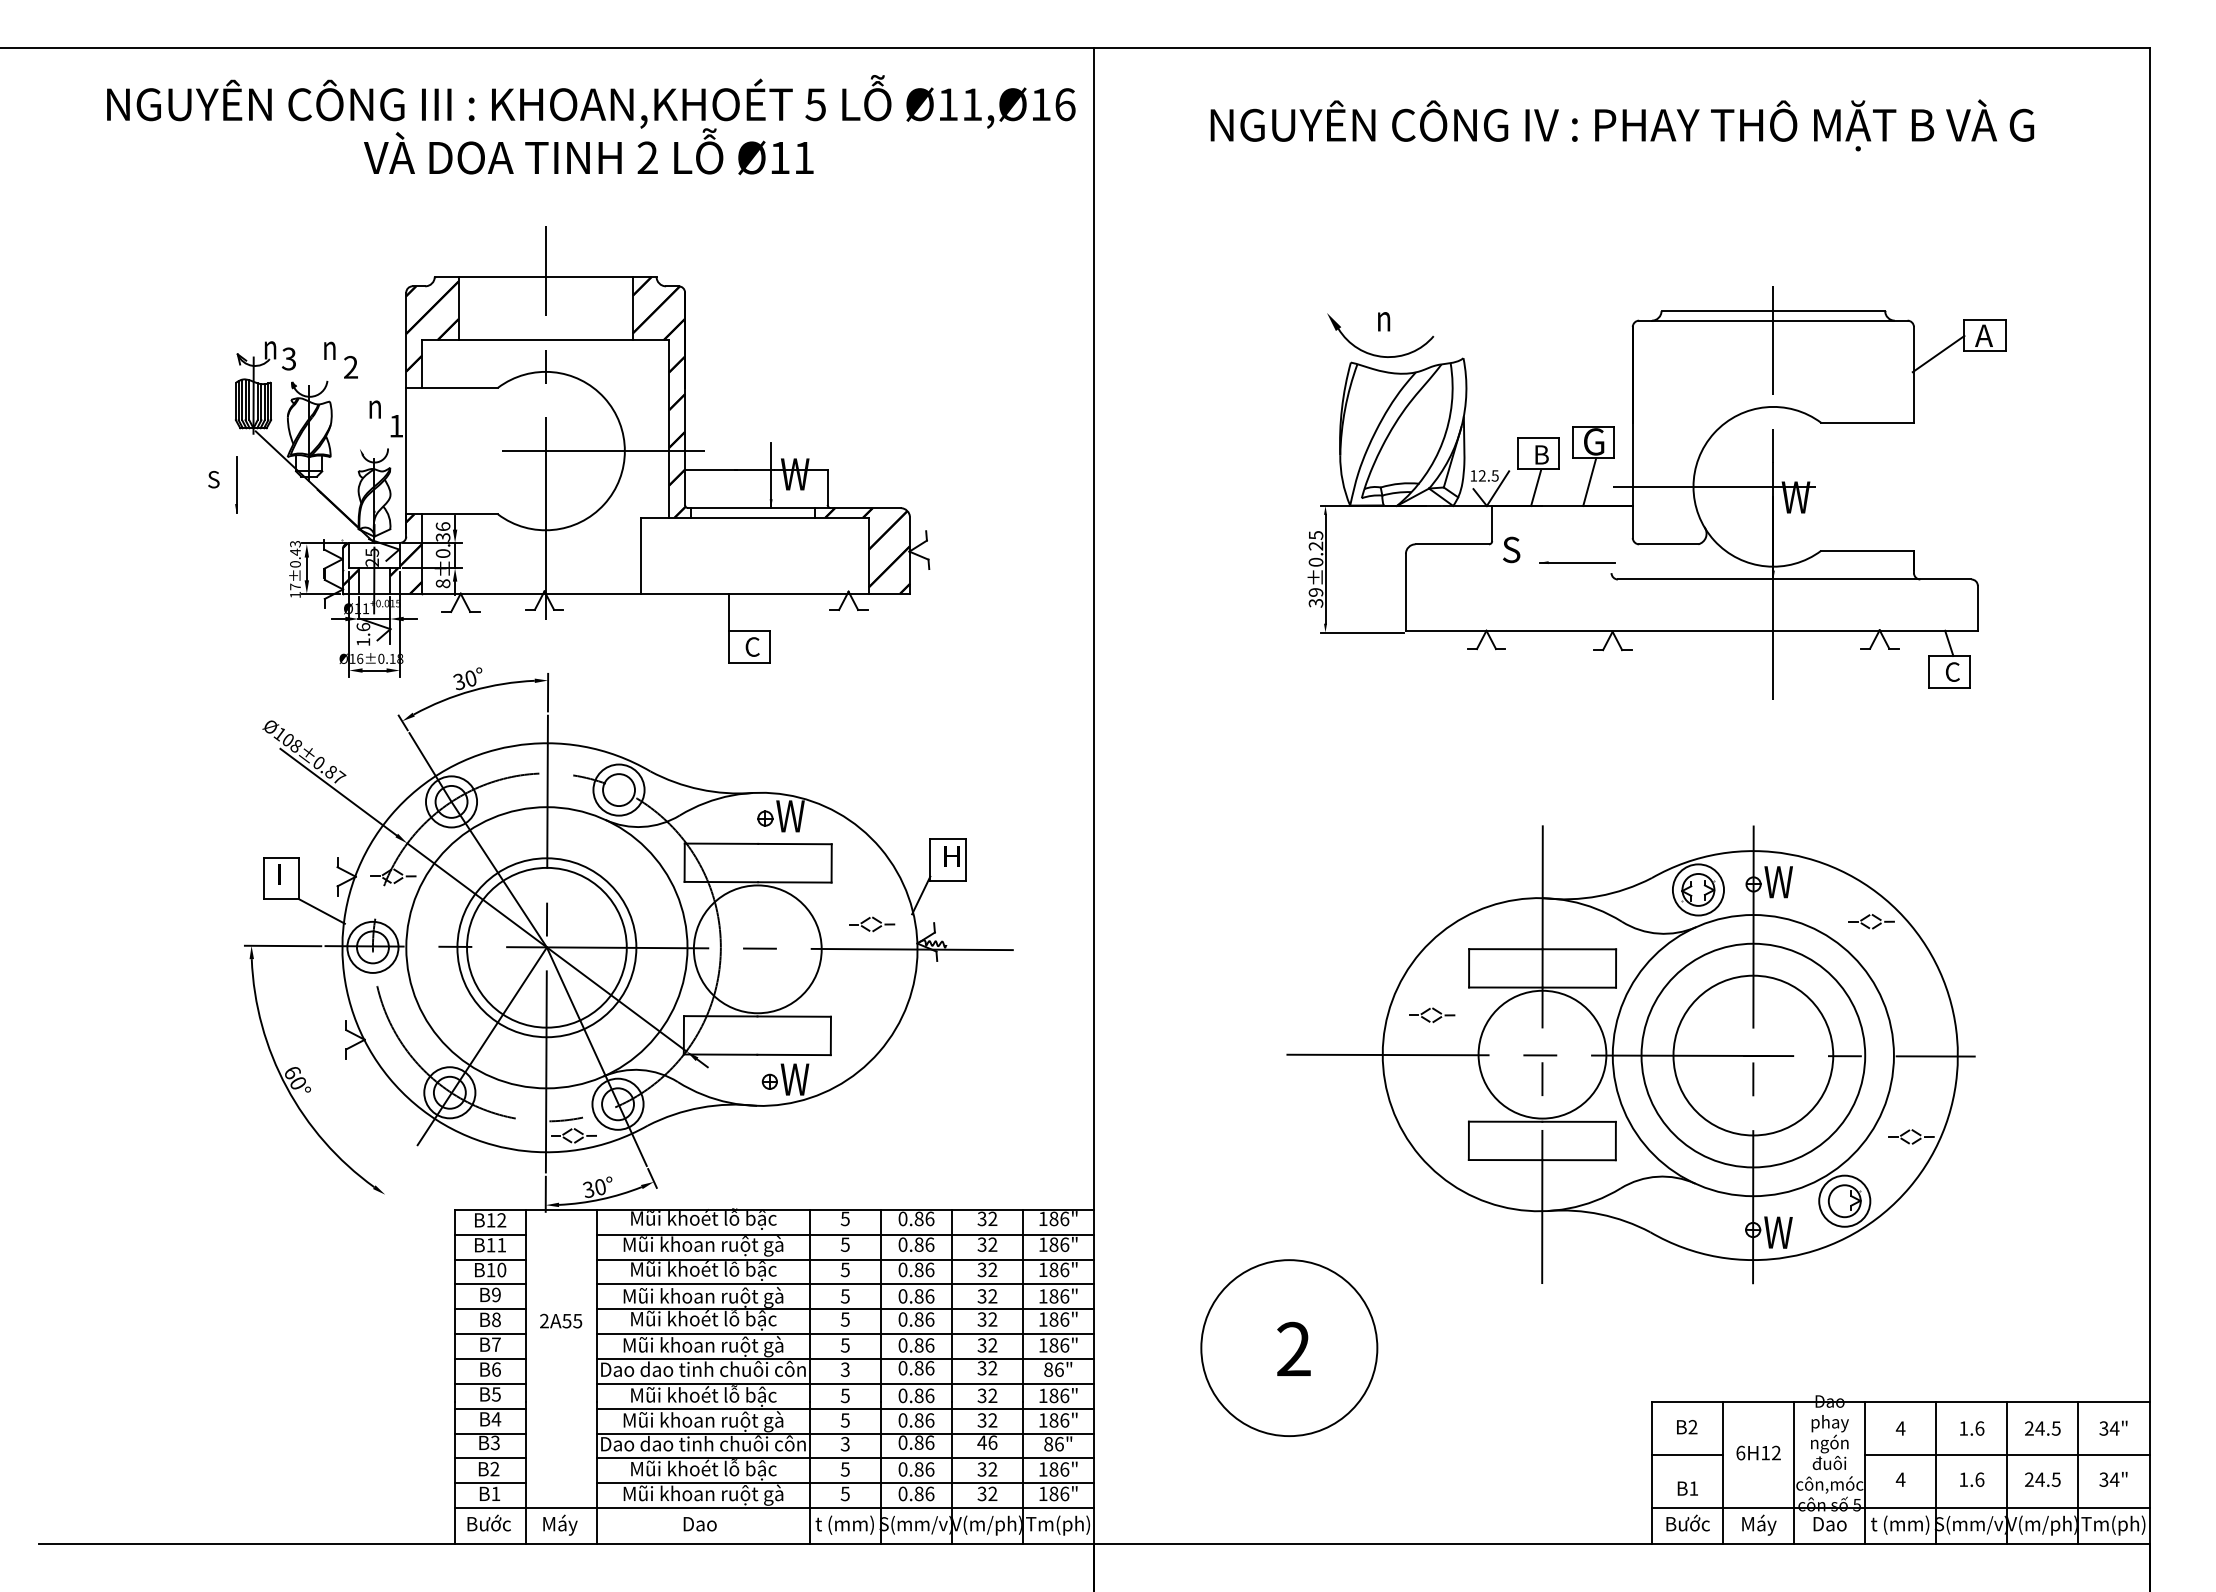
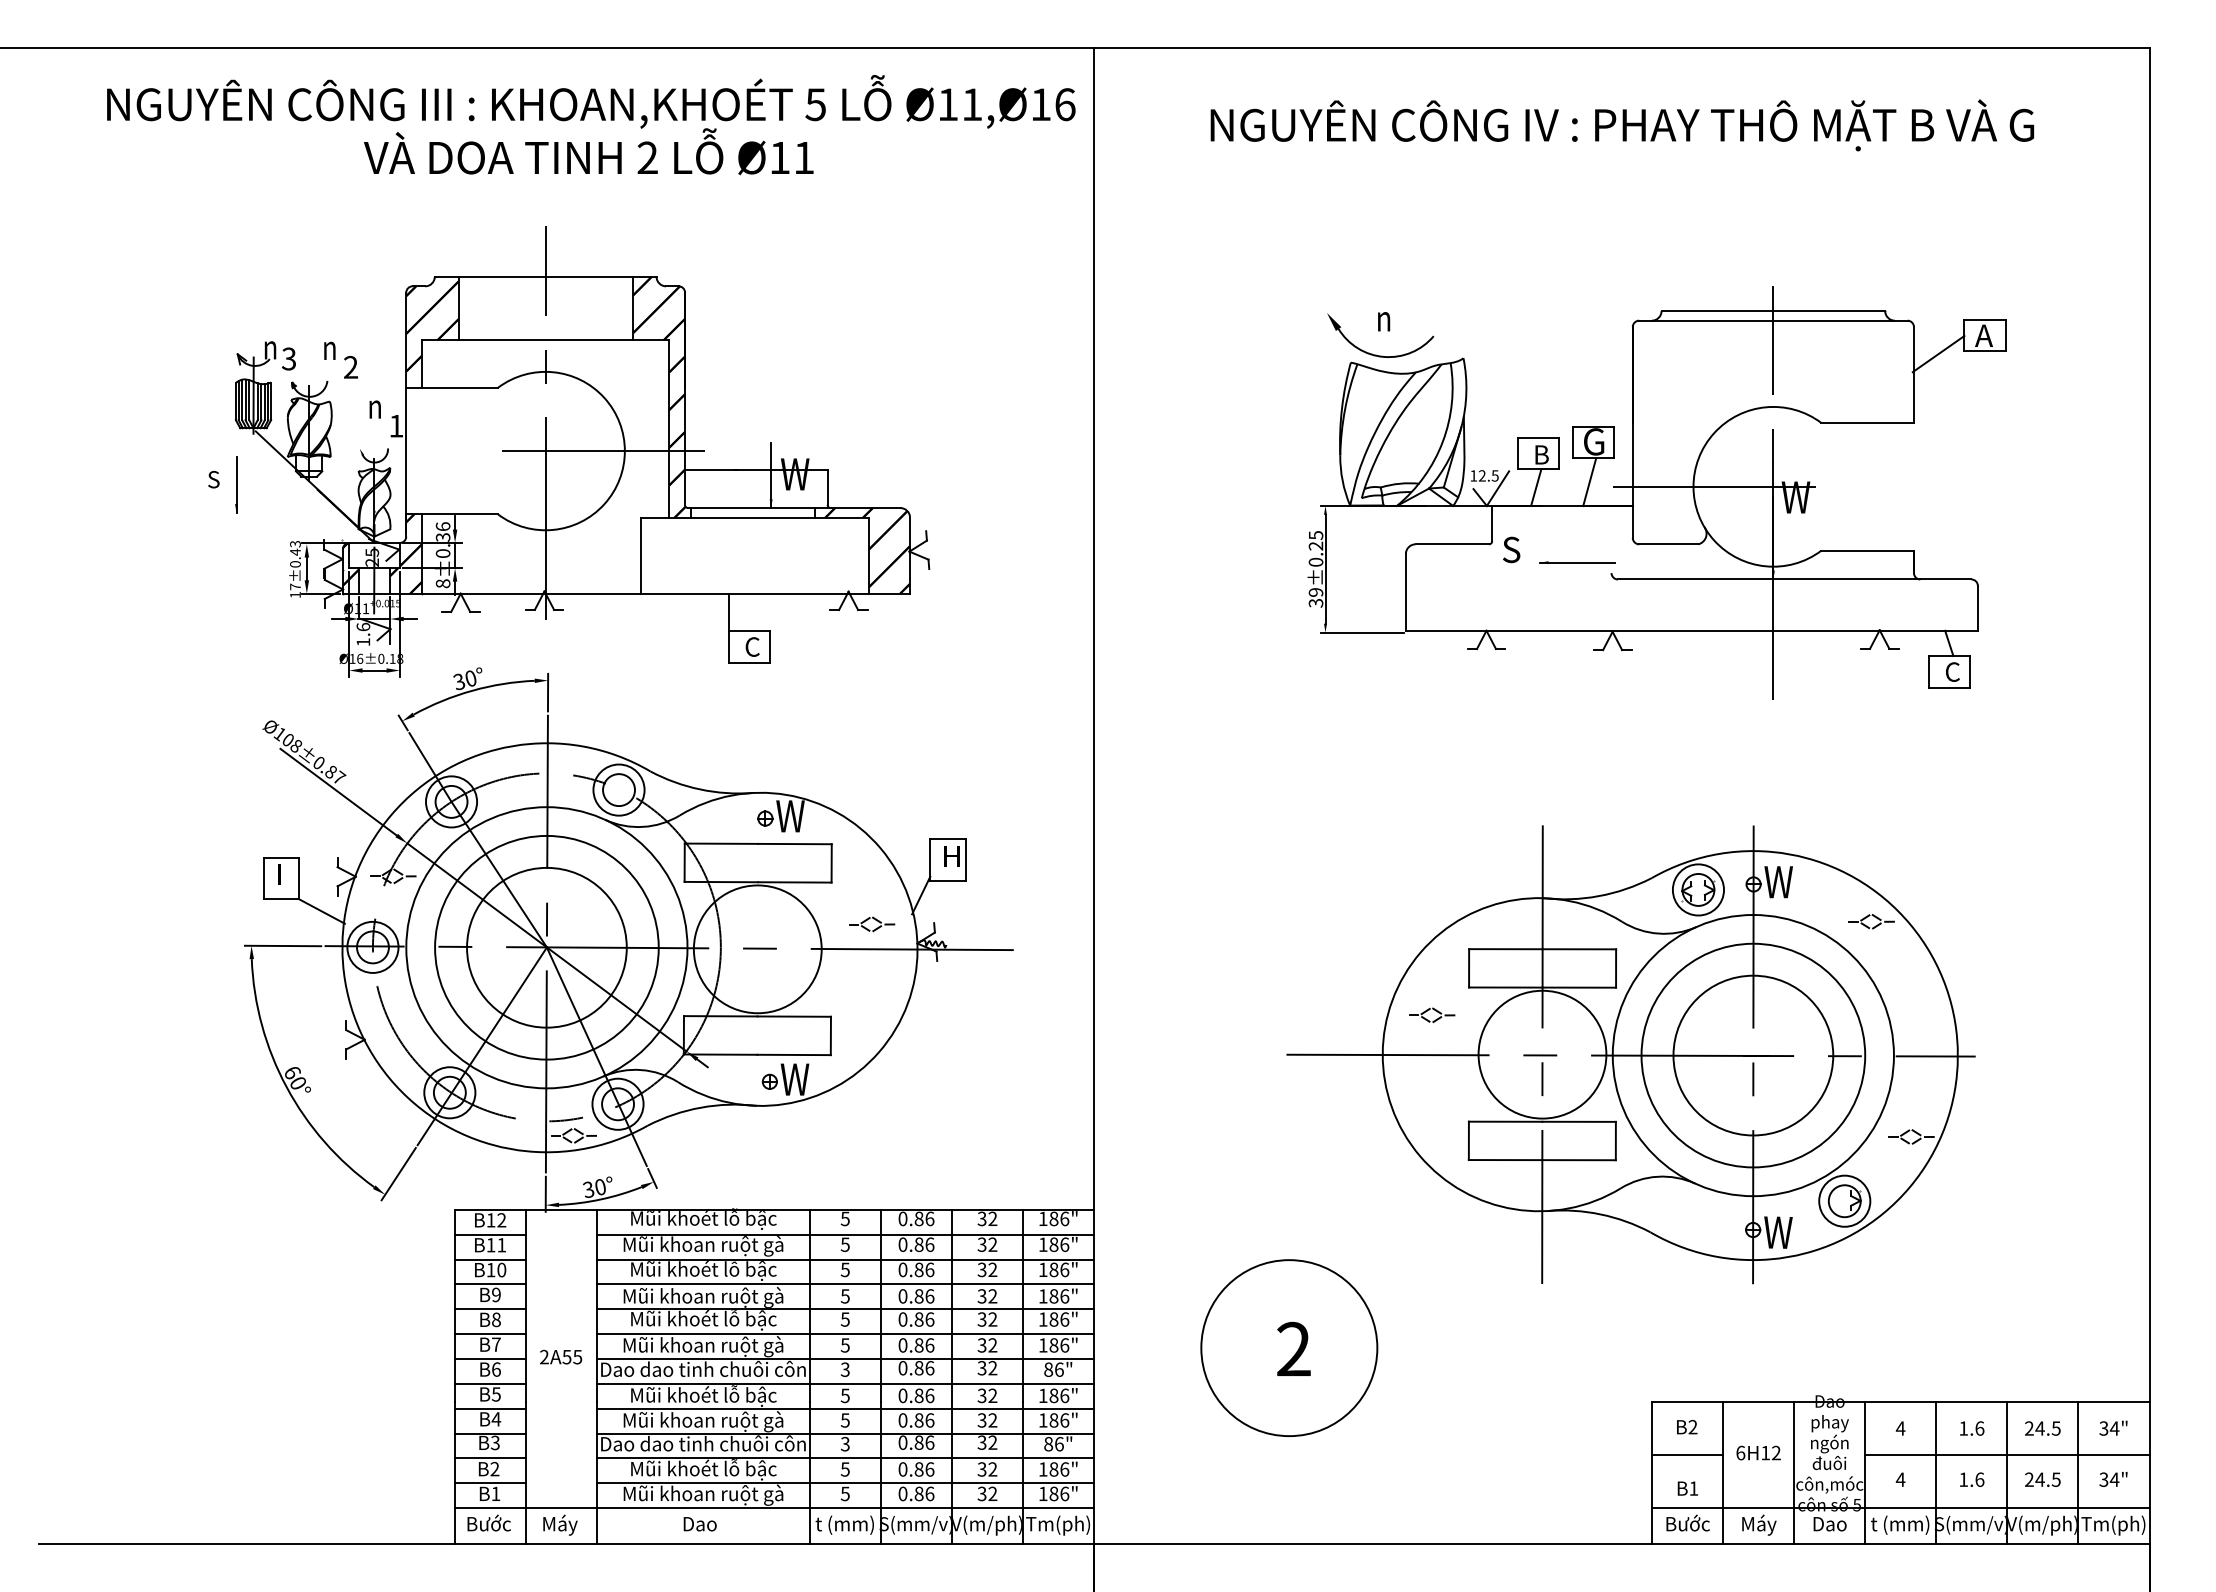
circle at (546, 947) diameter: 179 px -> 224 px
line at (398, 1173): none -> present
text at (561, 1320) position: (561, 1320) -> (561, 1356)
text at (987, 1442): 46 -> 32
